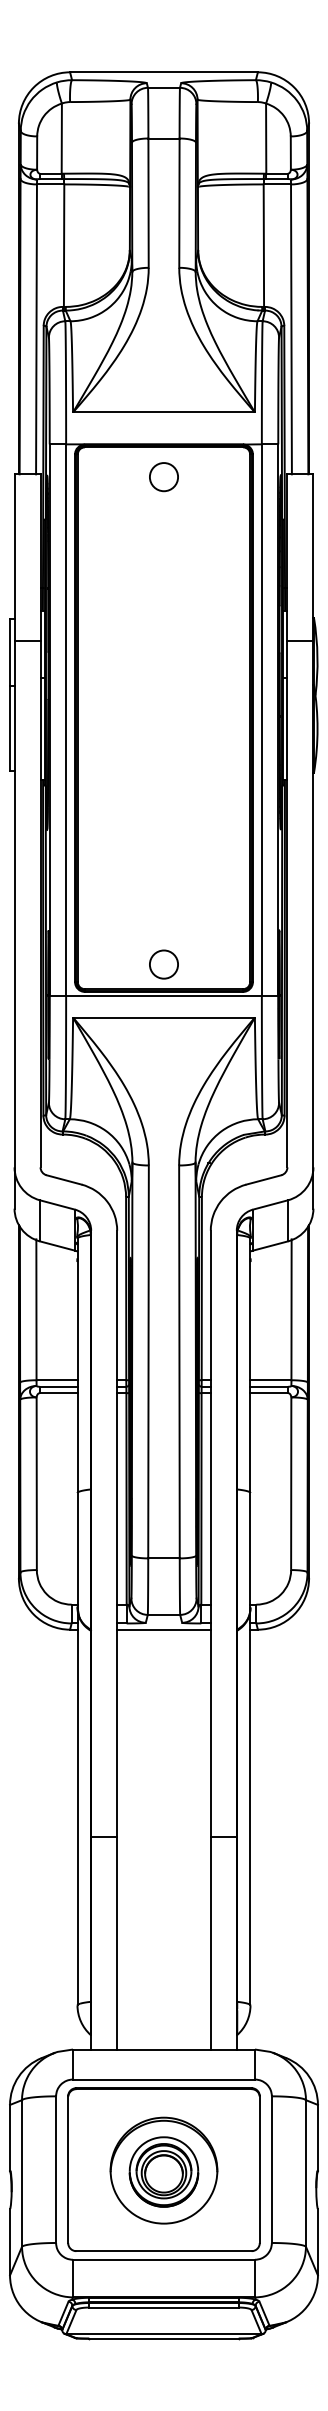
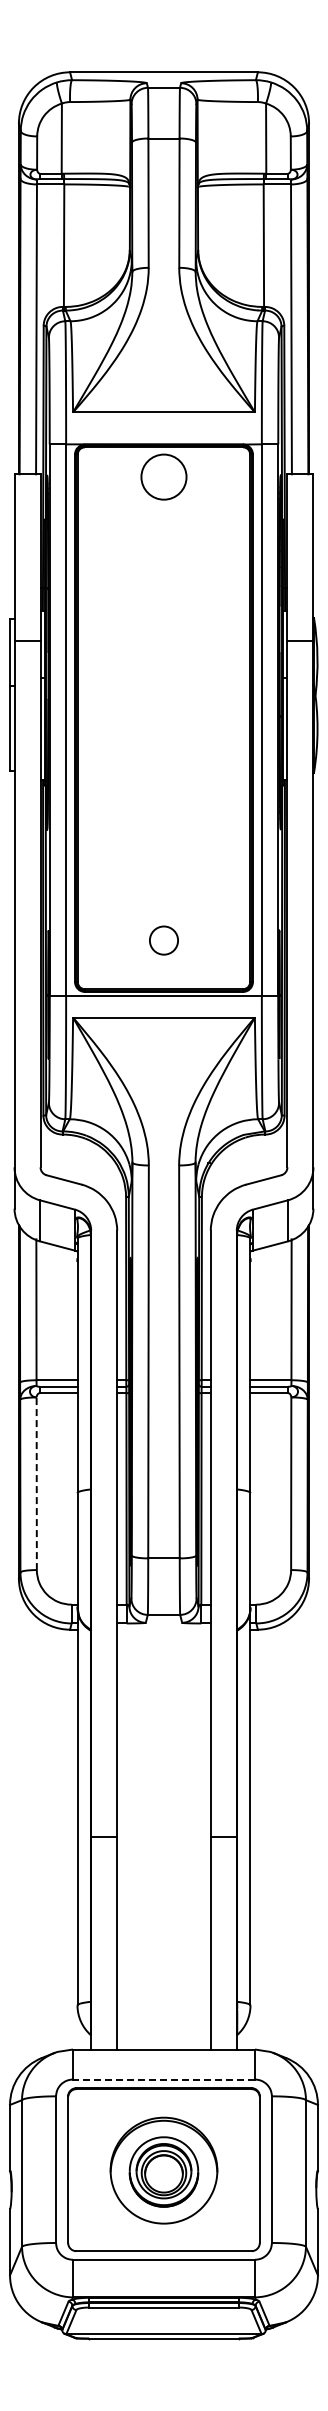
circle at (163, 477) diameter: 28 px -> 45 px
circle at (163, 964) position: (163, 964) -> (163, 940)
line at (36, 1483): solid -> dashed
line at (163, 1629): present -> none
line at (164, 2079): solid -> dashed
